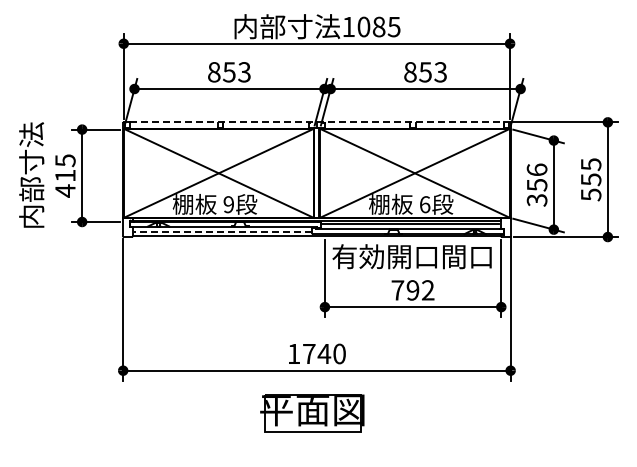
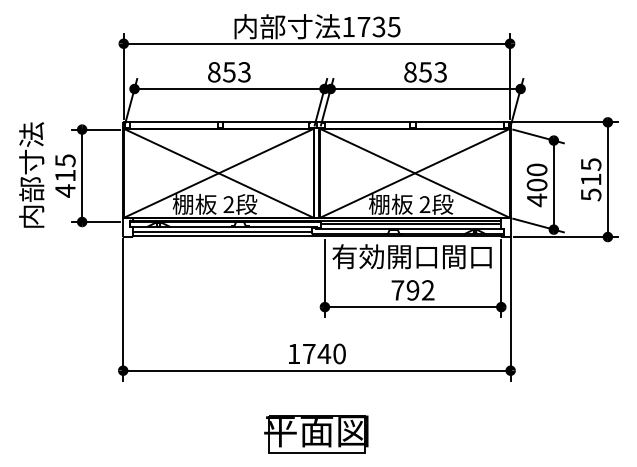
text at (371, 26): 1085 -> 1735
line at (317, 122): dashed -> solid
text at (591, 179): 555 -> 515
text at (536, 185): 356 -> 400
text at (228, 204): 9 -> 2
text at (424, 204): 6 -> 2
line at (223, 231): dashed -> solid
part at (312, 413) position: (312, 413) -> (316, 434)
